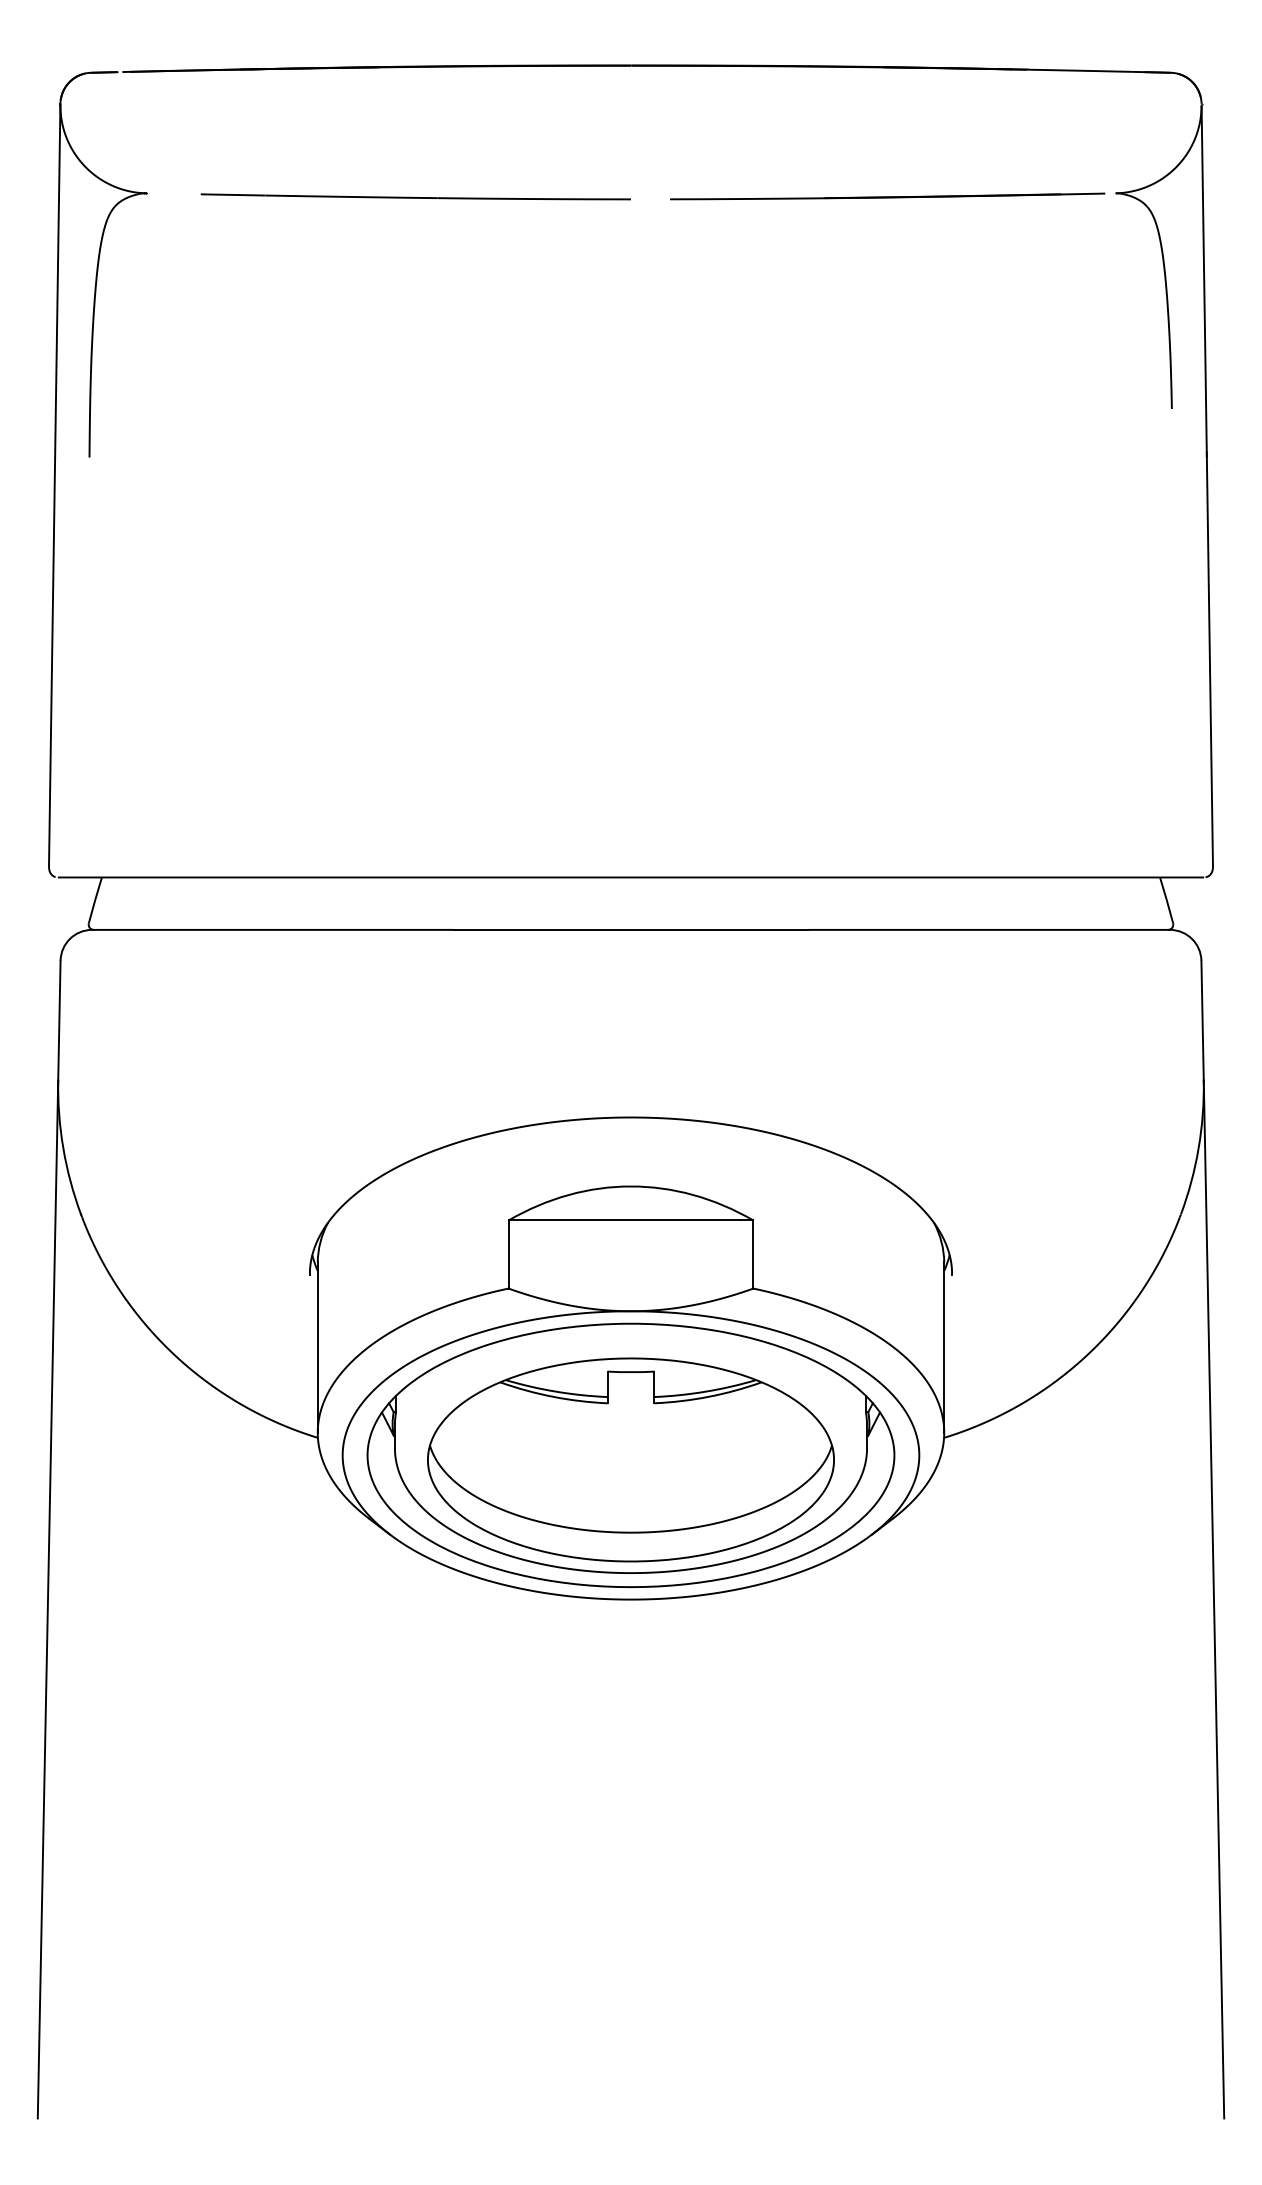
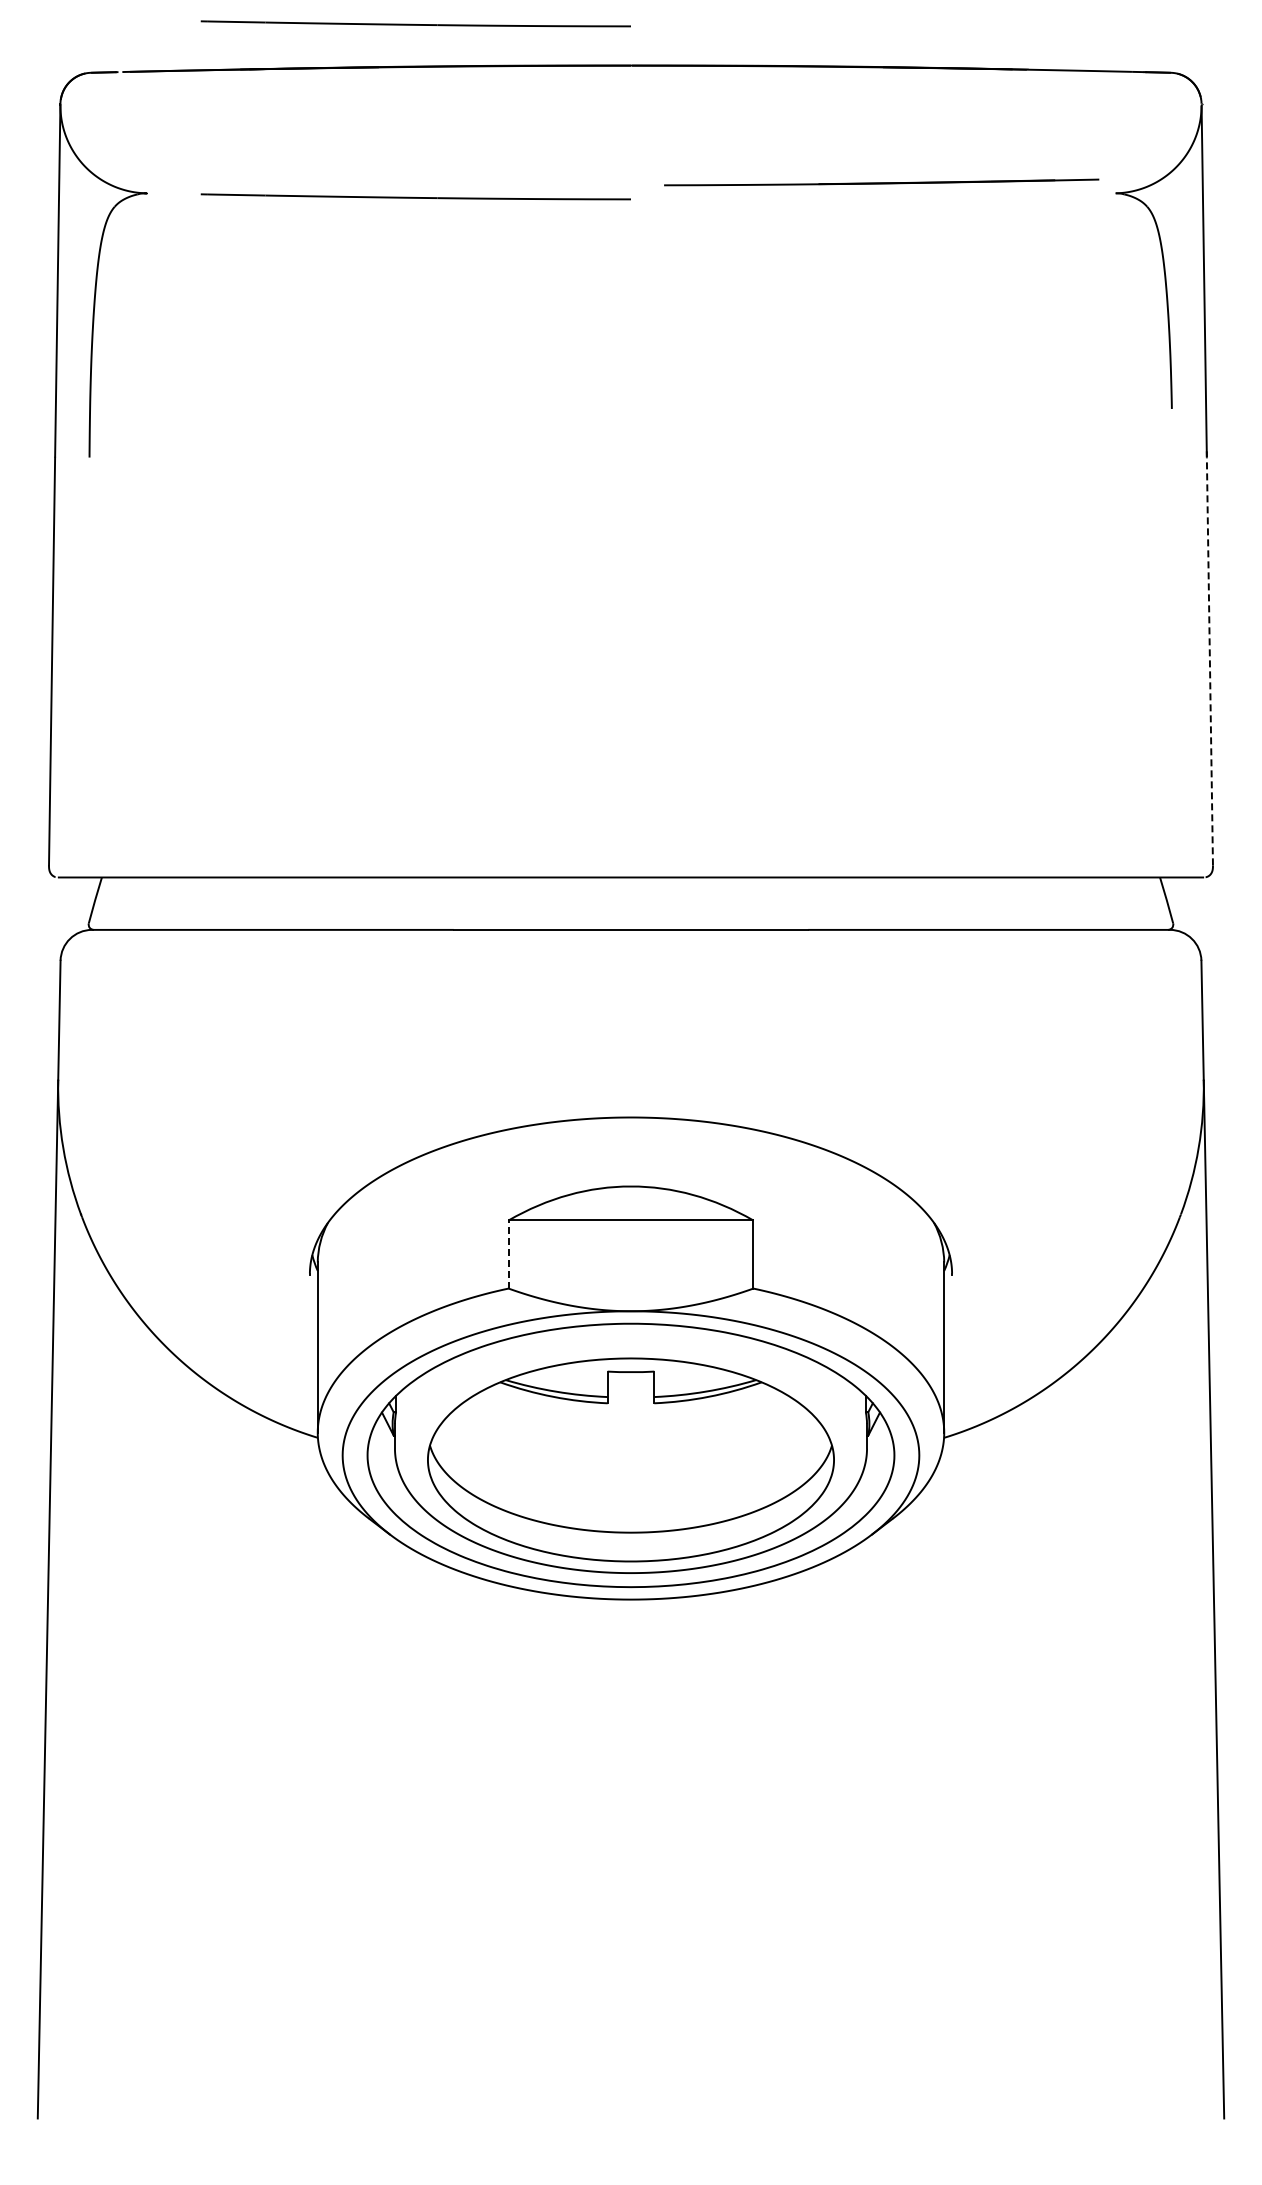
line at (415, 24): none -> present
line at (887, 196) position: (887, 196) -> (881, 182)
line at (1209, 661): solid -> dashed
line at (508, 1254): solid -> dashed
